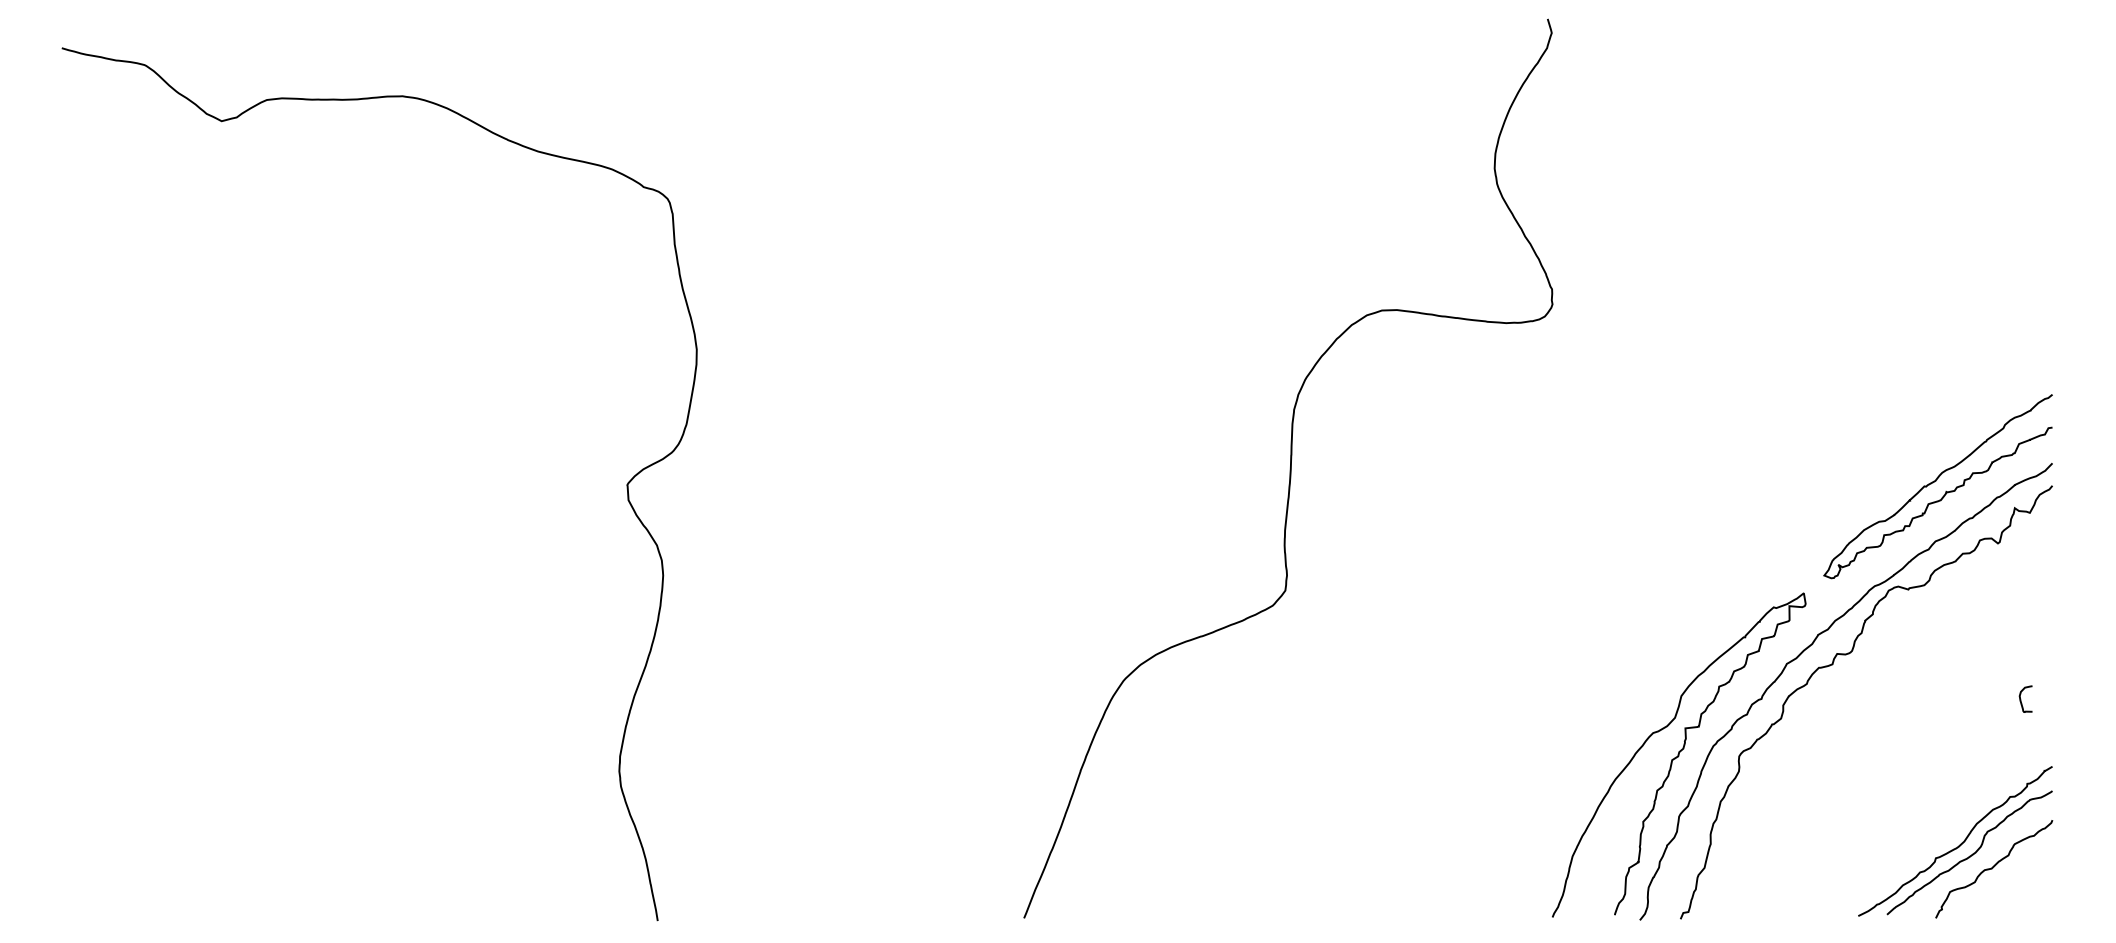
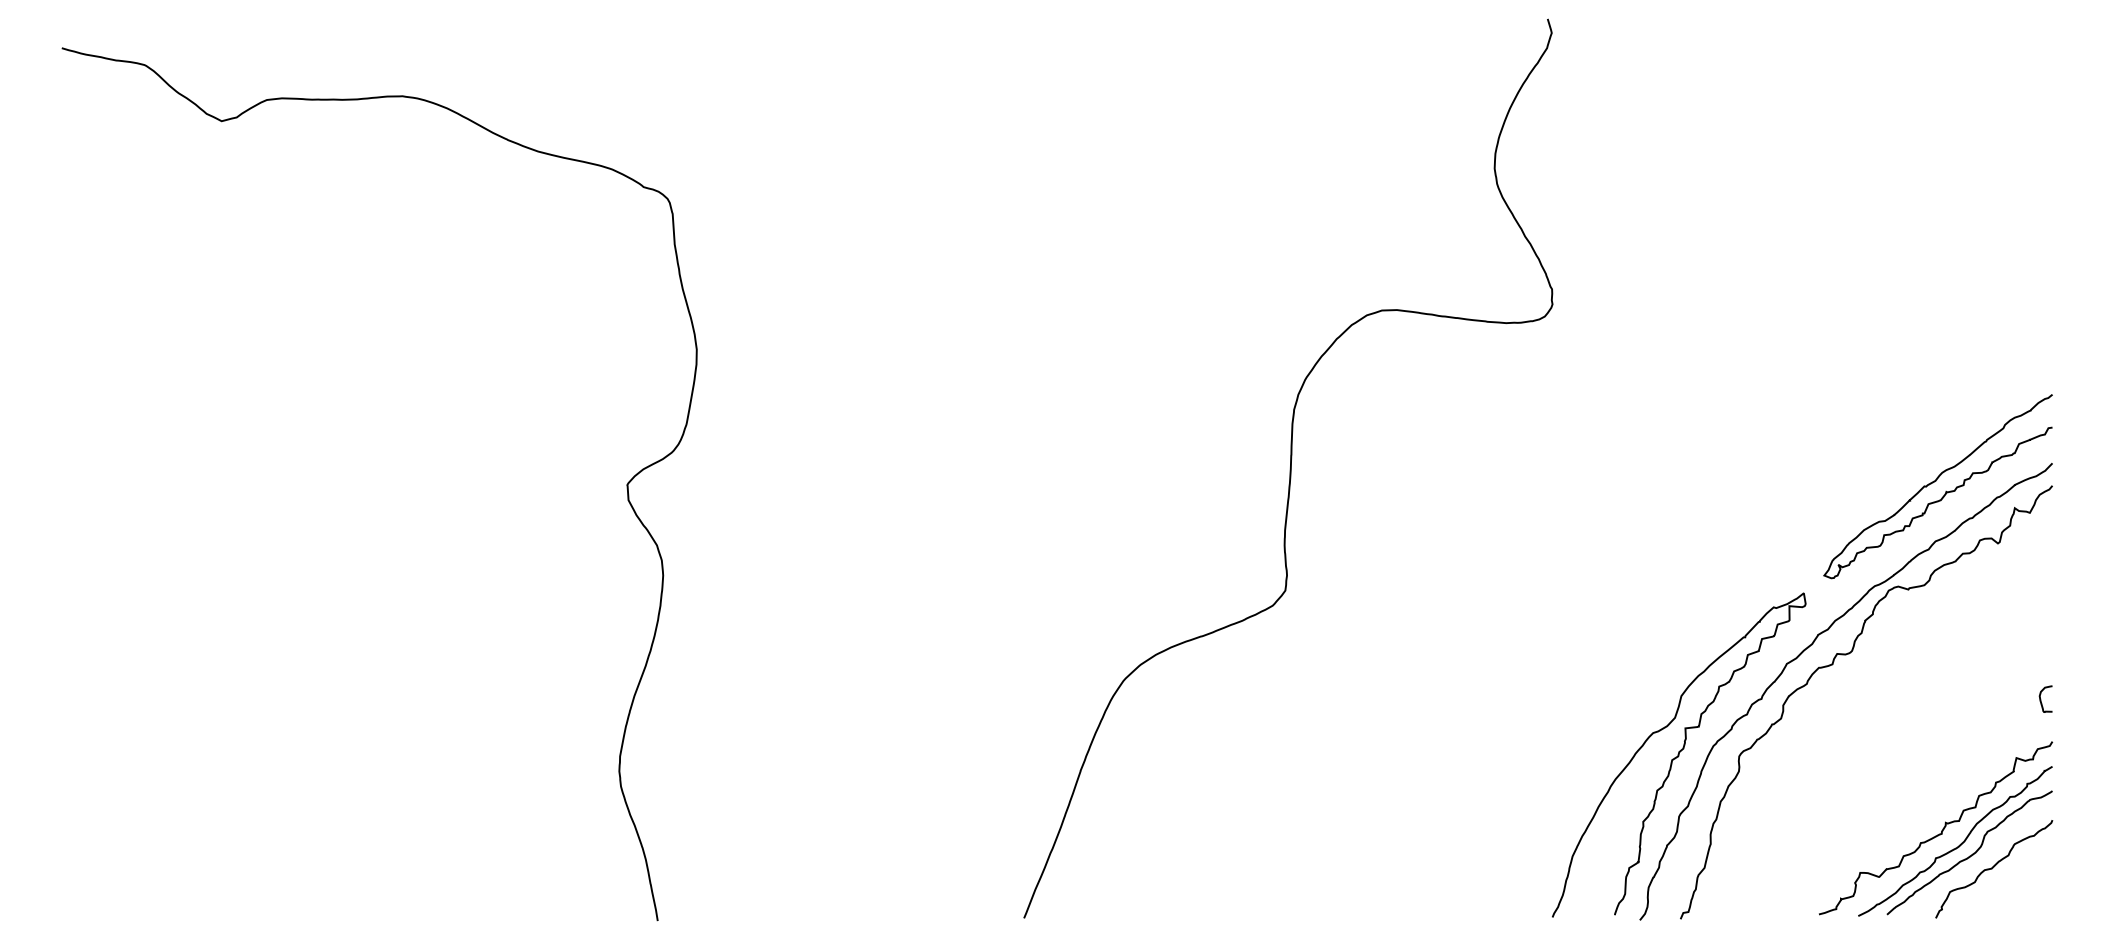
curve at (2021, 699) position: (2021, 699) -> (2041, 699)
curve at (1941, 830): none -> present
